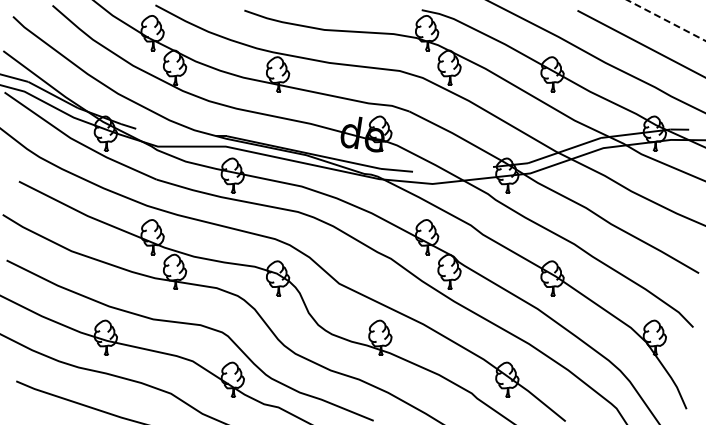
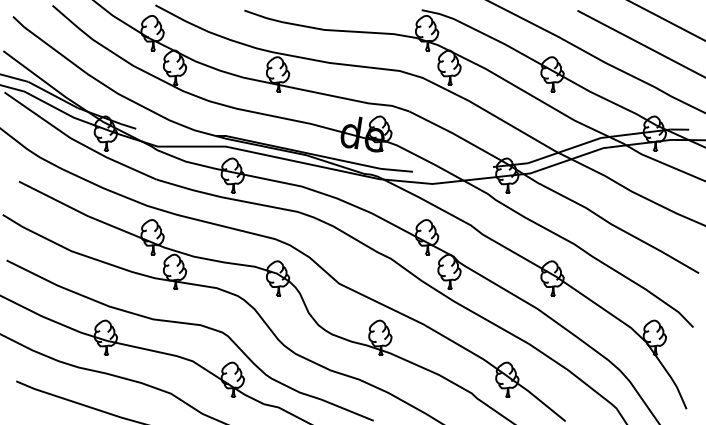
line at (666, 20): dashed -> solid
